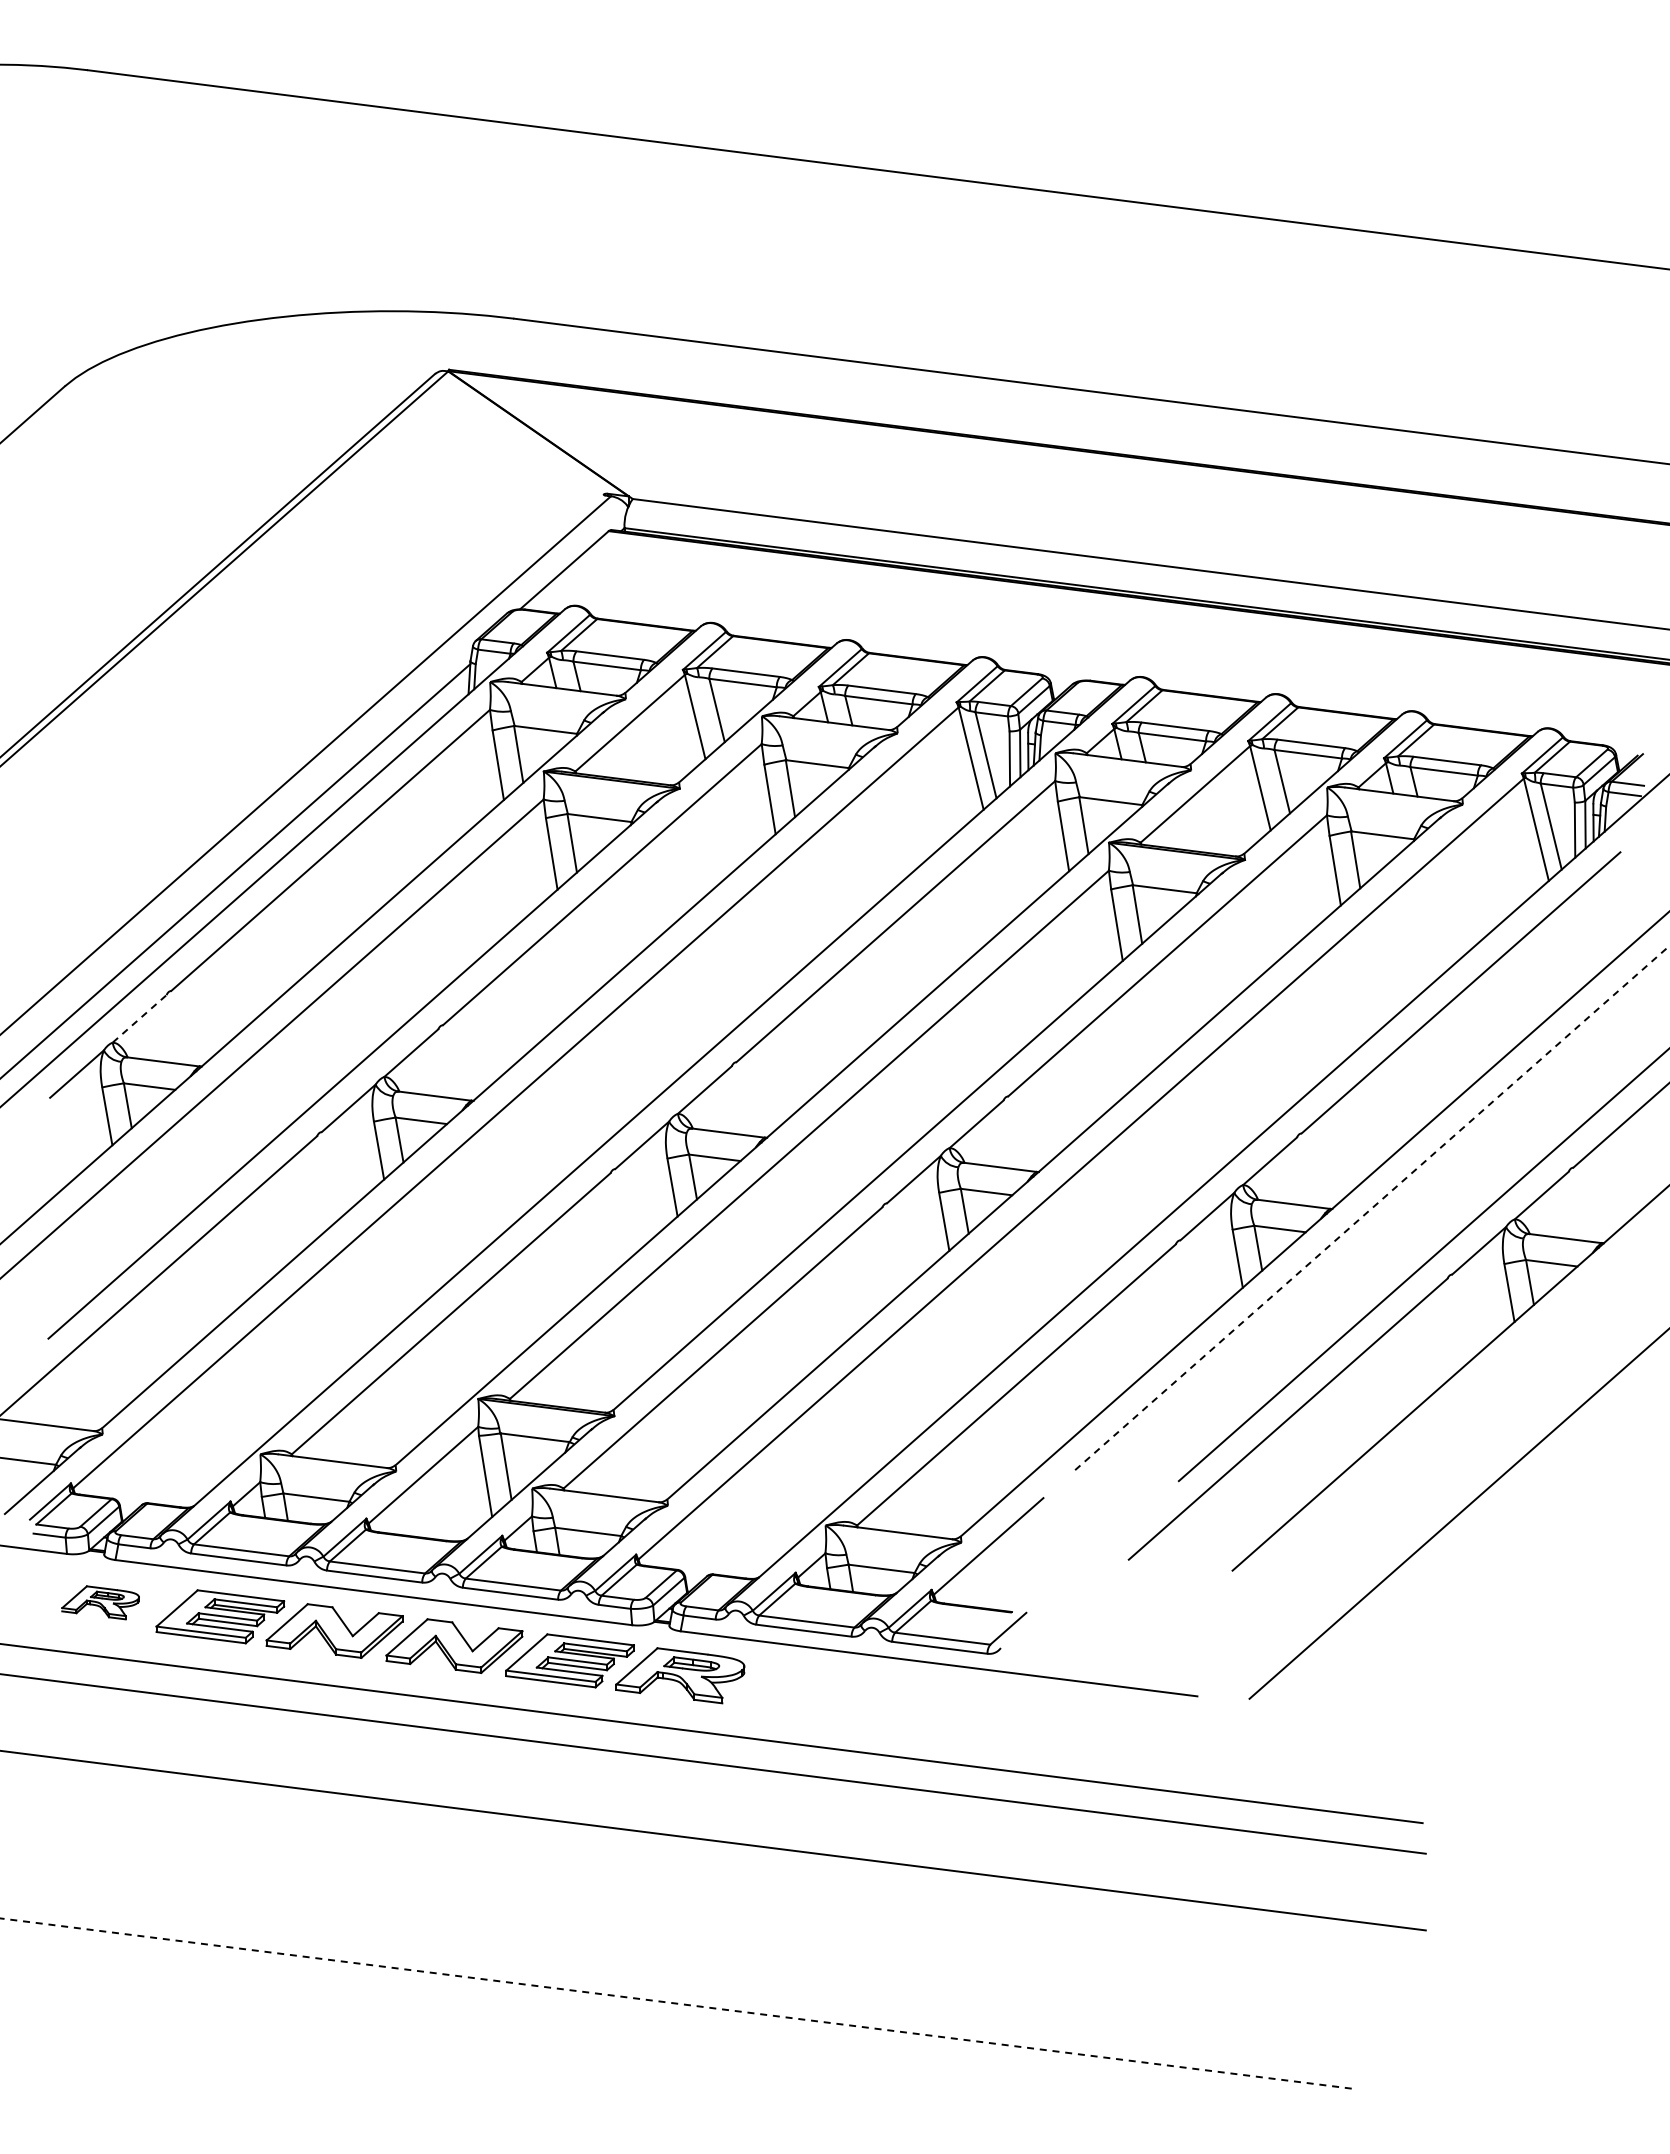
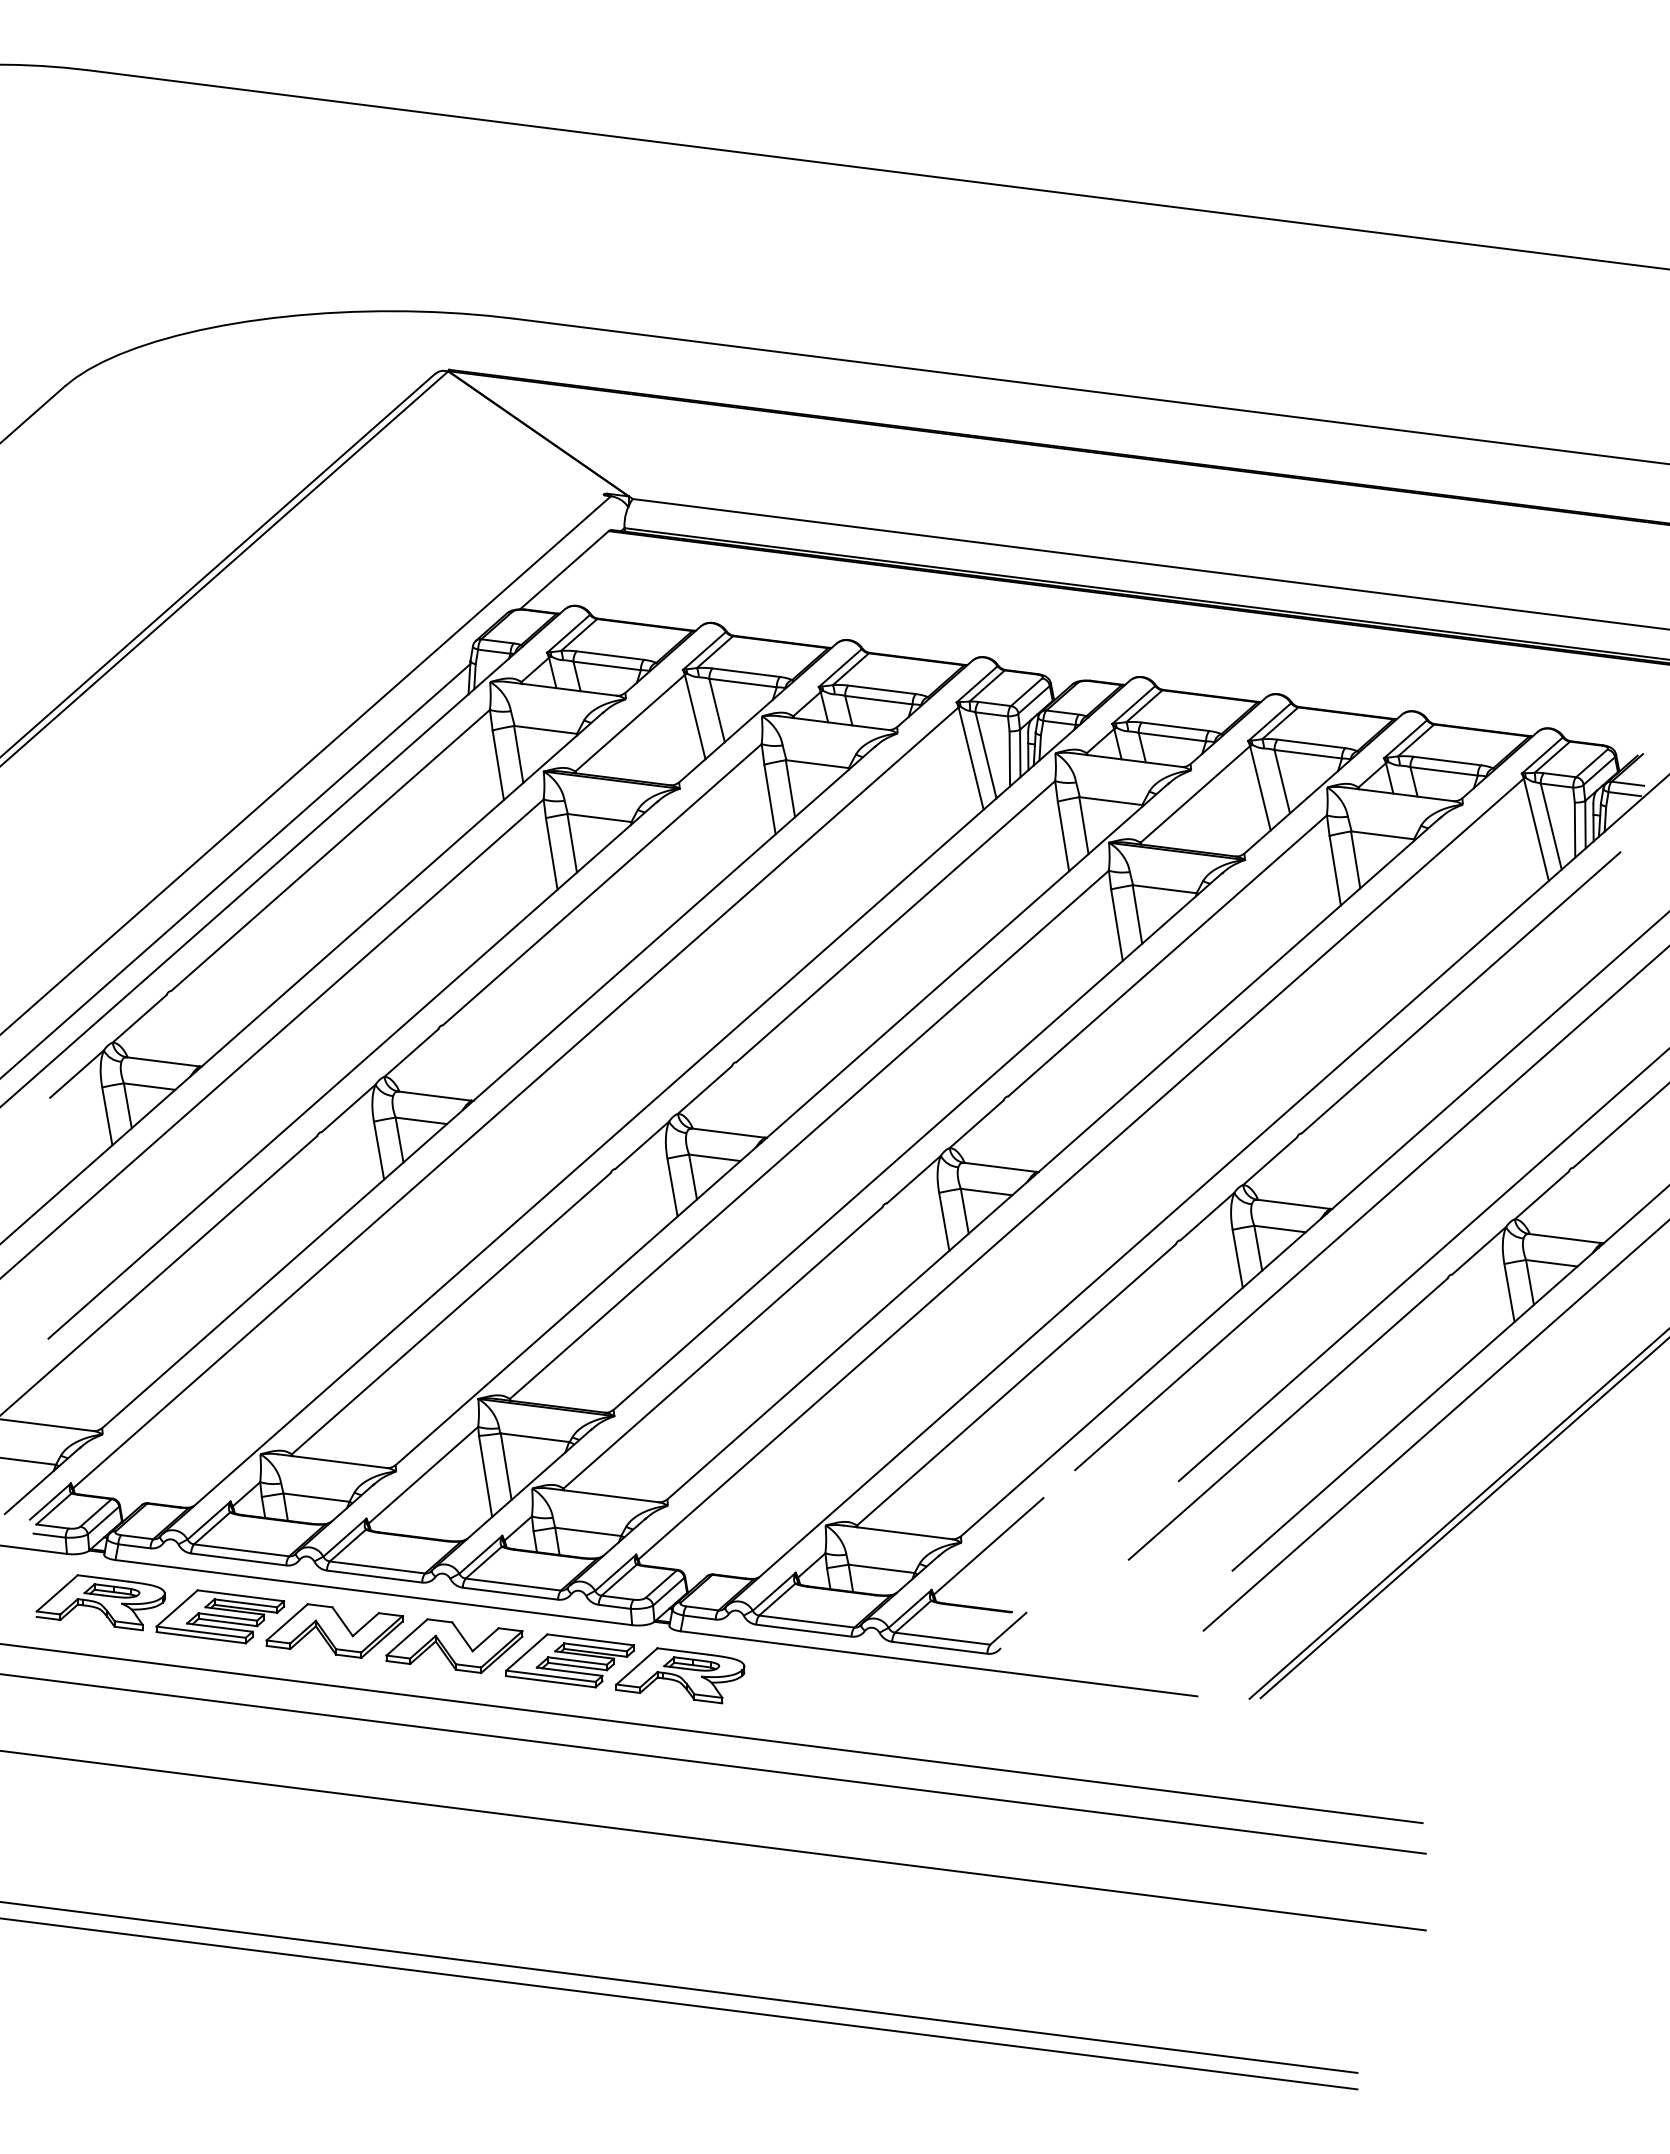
line at (139, 1018): dashed -> solid
line at (1372, 1207): dashed -> solid
line at (1434, 1426): none -> present
line at (1463, 1519): none -> present
part at (100, 1602) size: 79x36 px -> 131x58 px
line at (679, 1987): none -> present
line at (678, 2003): dashed -> solid
